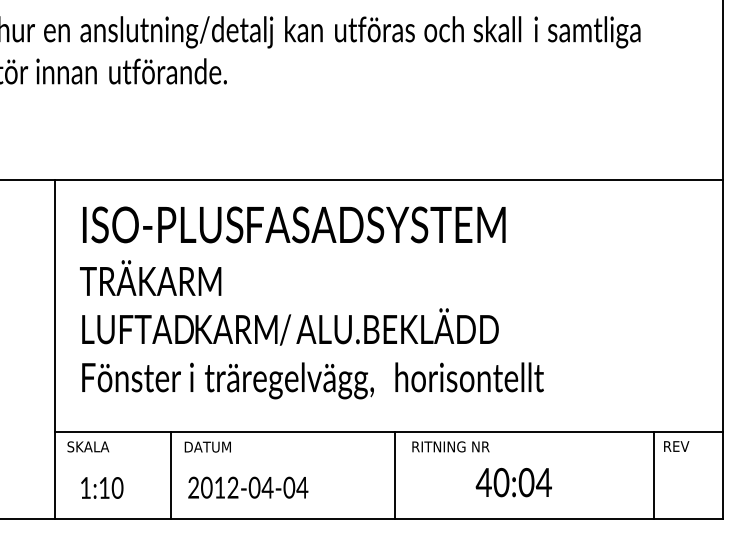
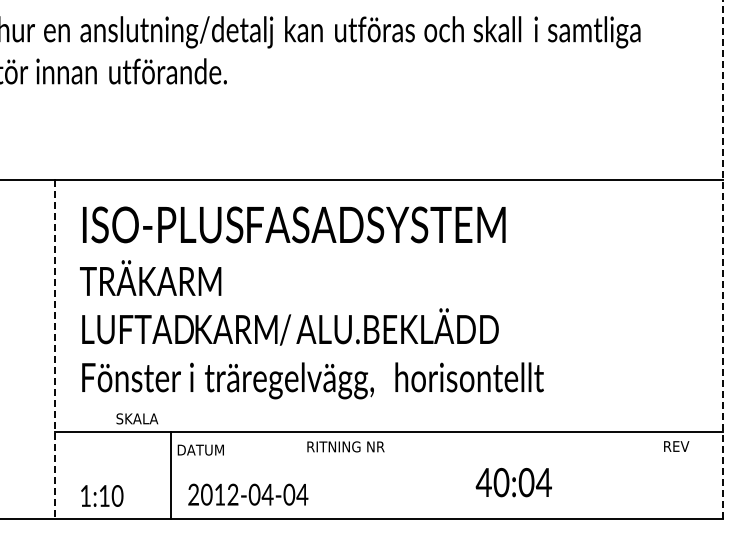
line at (722, 259): solid -> dashed
line at (54, 349): solid -> dashed
text at (88, 446) position: (88, 446) -> (137, 418)
text at (207, 446) position: (207, 446) -> (200, 449)
text at (450, 446) position: (450, 446) -> (345, 446)
line at (394, 475): present -> none
line at (653, 475): present -> none
text at (102, 487) position: (102, 487) -> (102, 495)
text at (248, 487) position: (248, 487) -> (248, 494)
